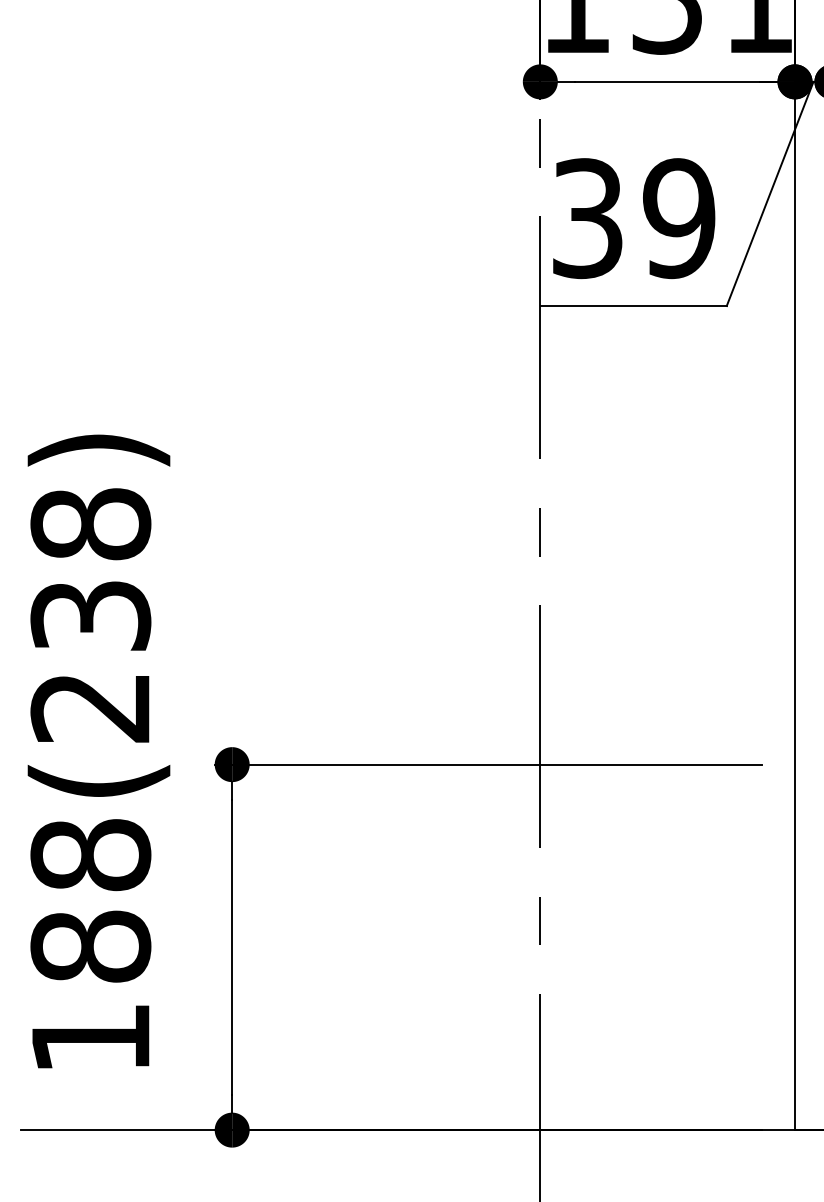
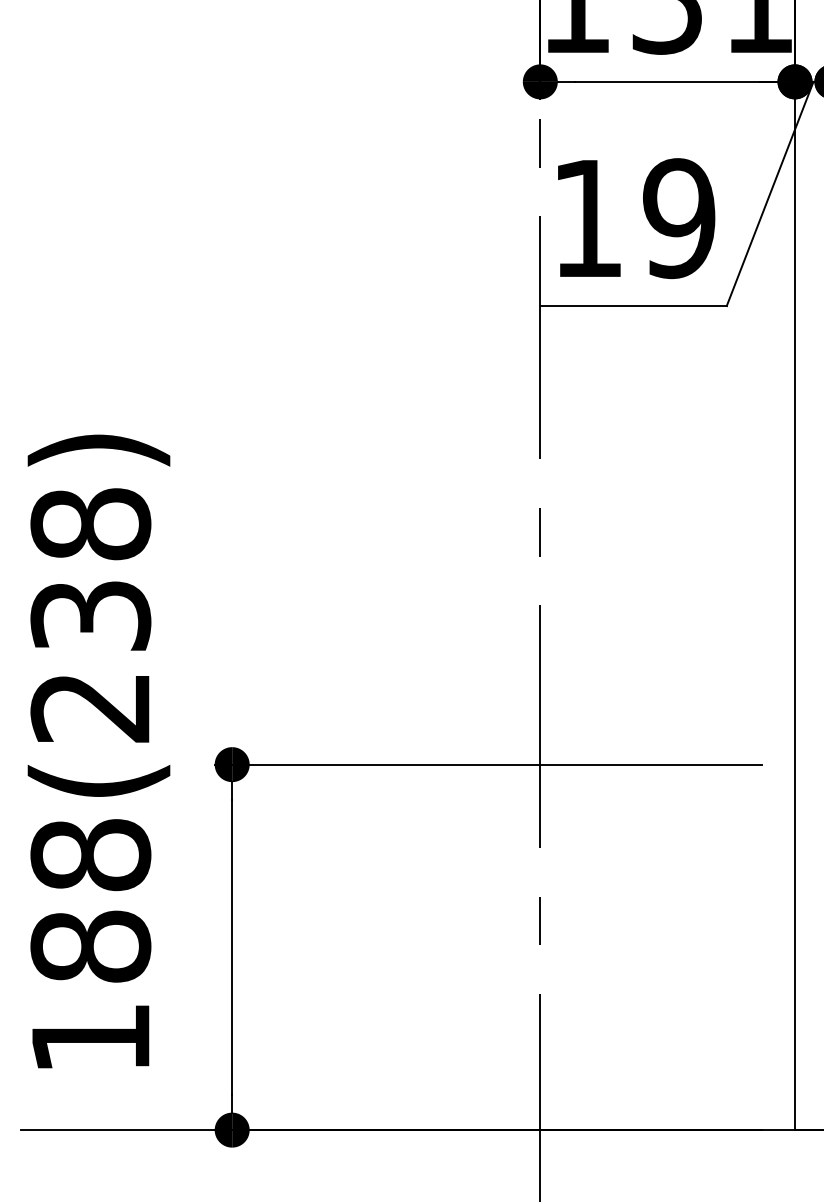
text at (587, 218): 39 -> 19
